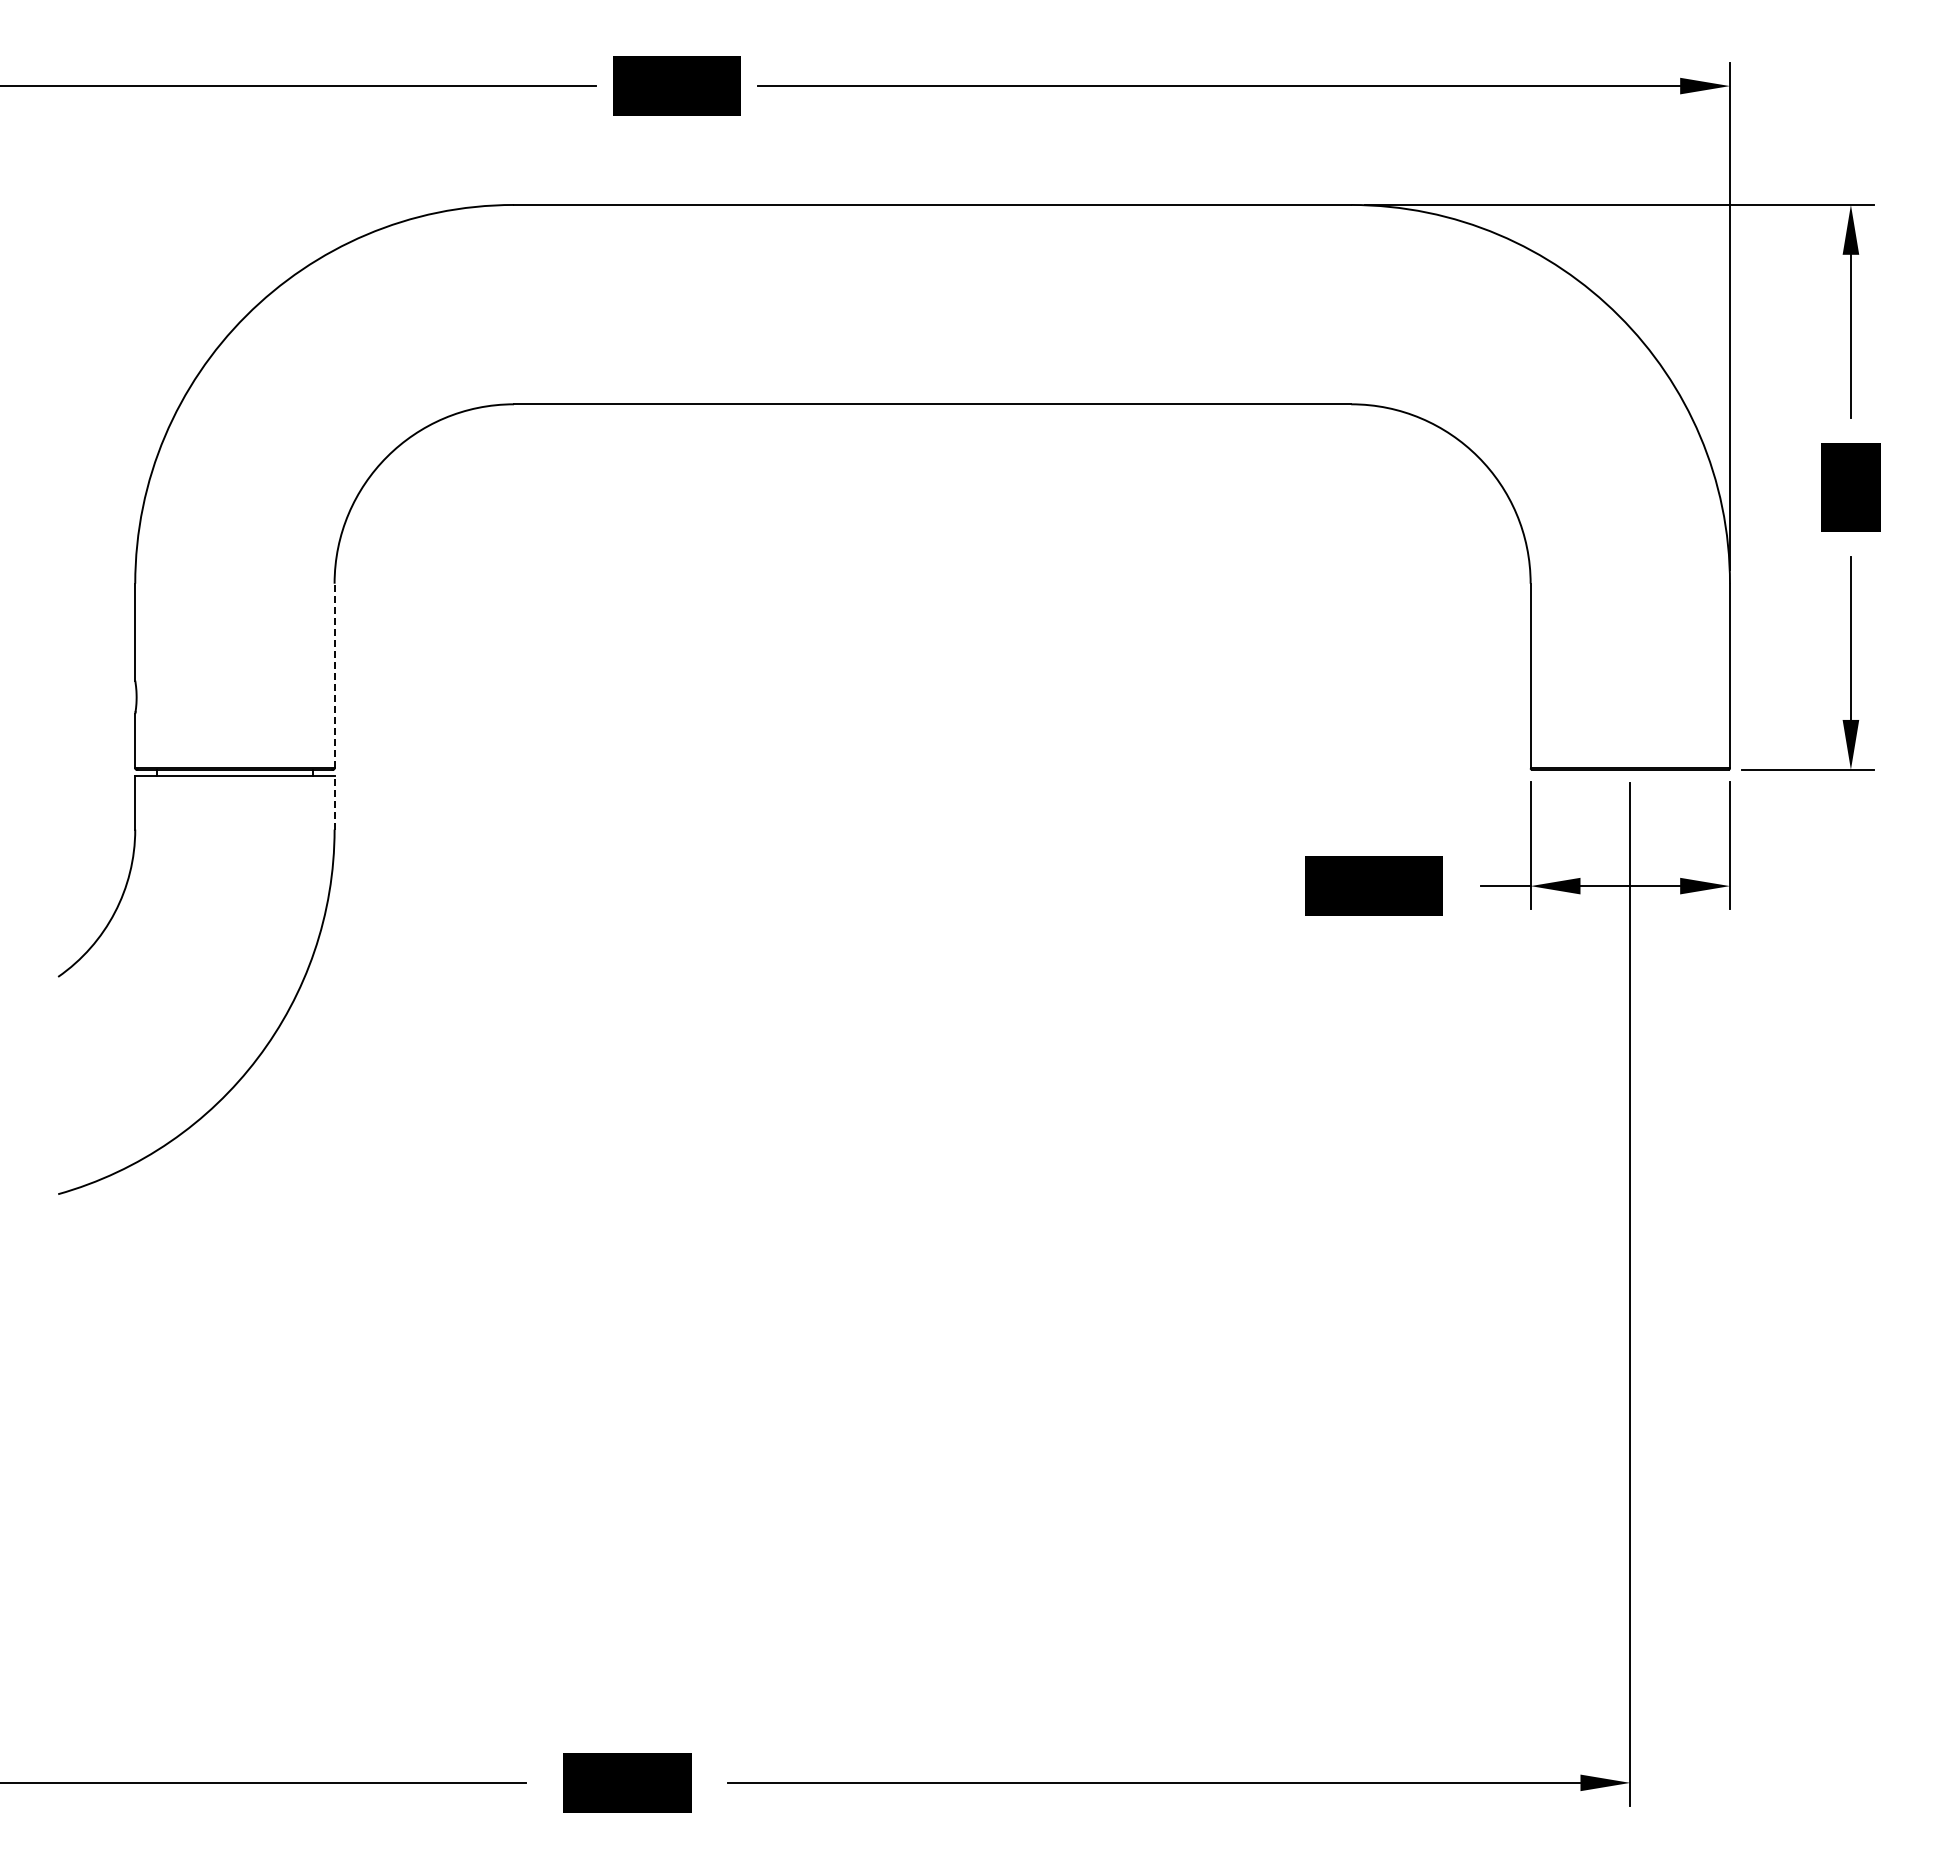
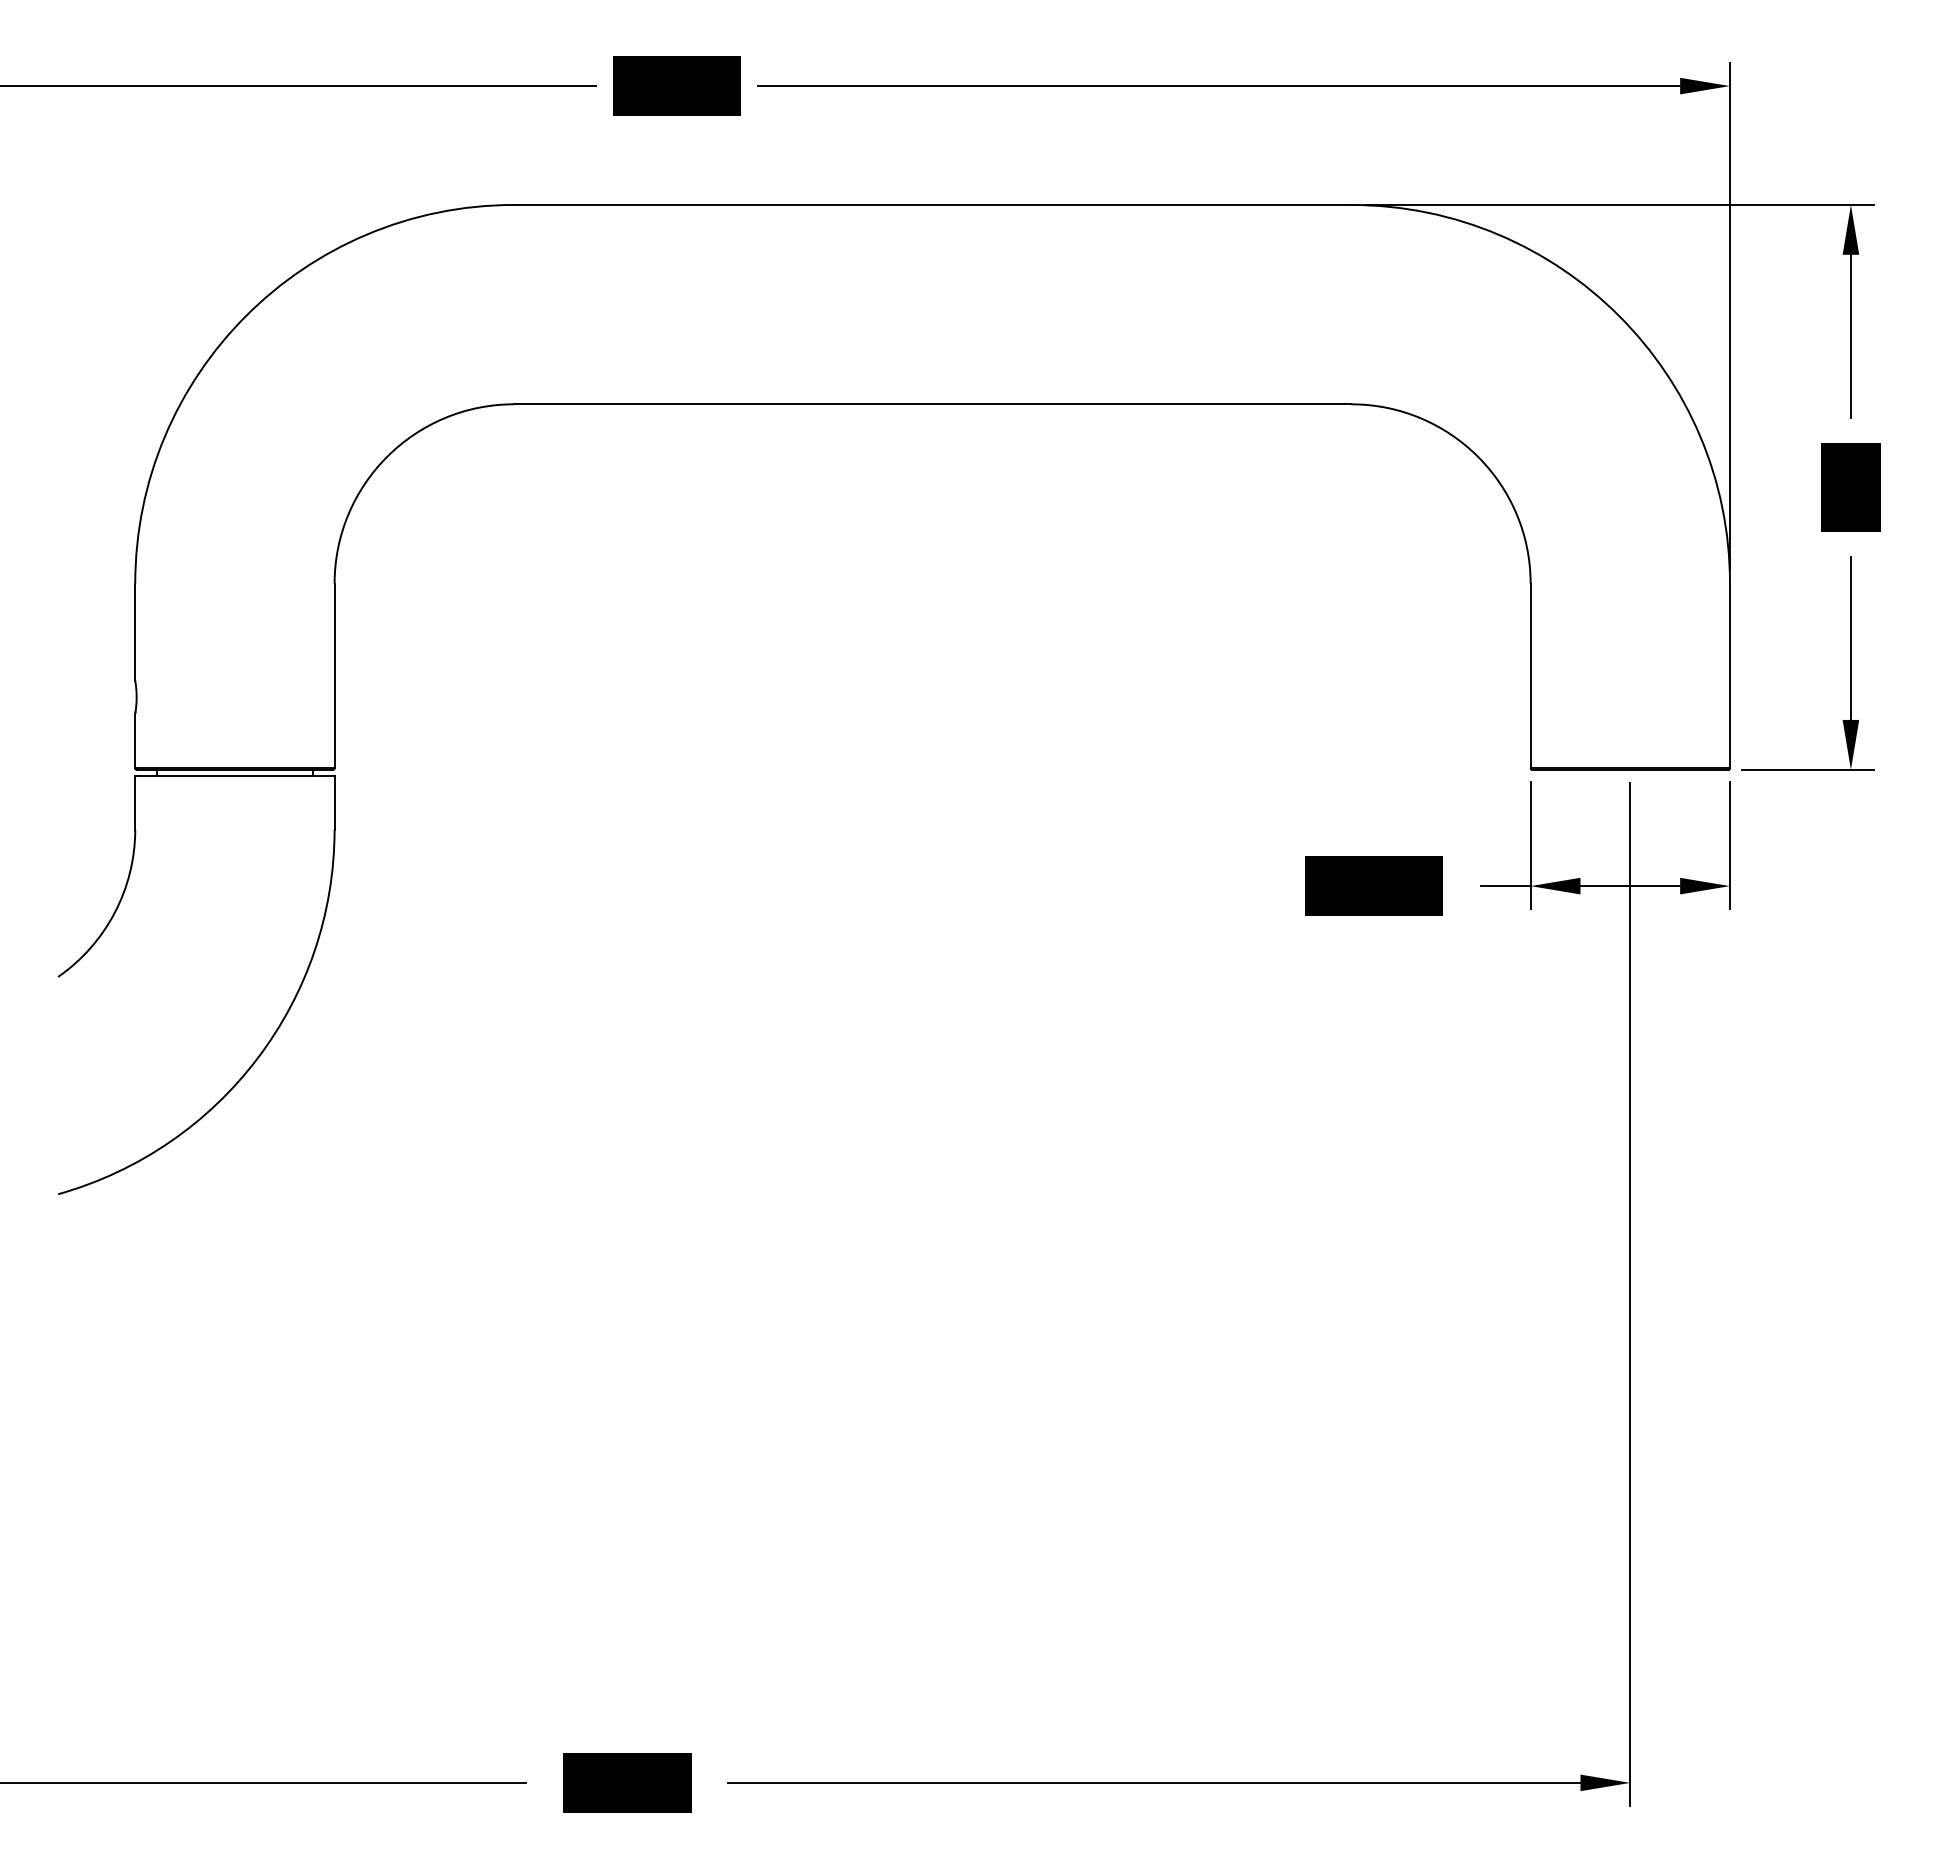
line at (334, 675): dashed -> solid
line at (334, 803): dashed -> solid
